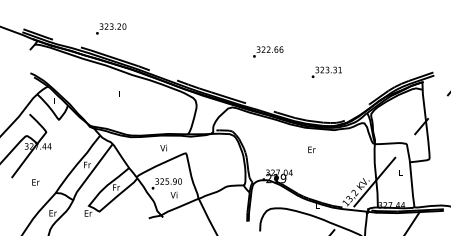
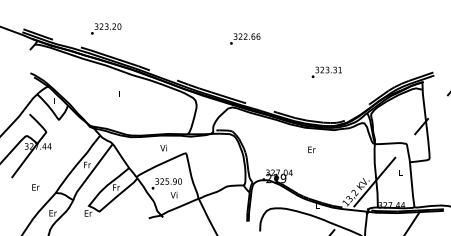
text at (111, 28) position: (111, 28) -> (106, 28)
text at (268, 51) position: (268, 51) -> (245, 38)
text at (35, 182) position: (35, 182) -> (35, 187)
